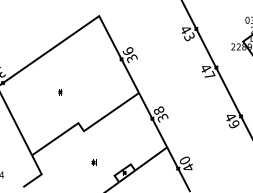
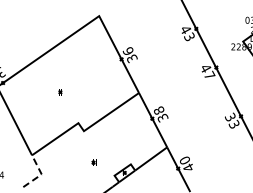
text at (231, 120): 49 -> 33
line at (41, 174): solid -> dashed
